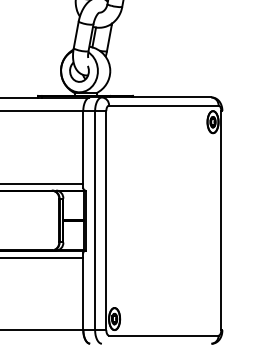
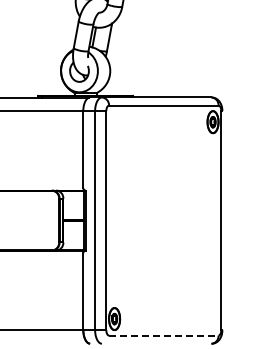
line at (42, 183): present -> none
line at (42, 257): present -> none
line at (163, 335): solid -> dashed
